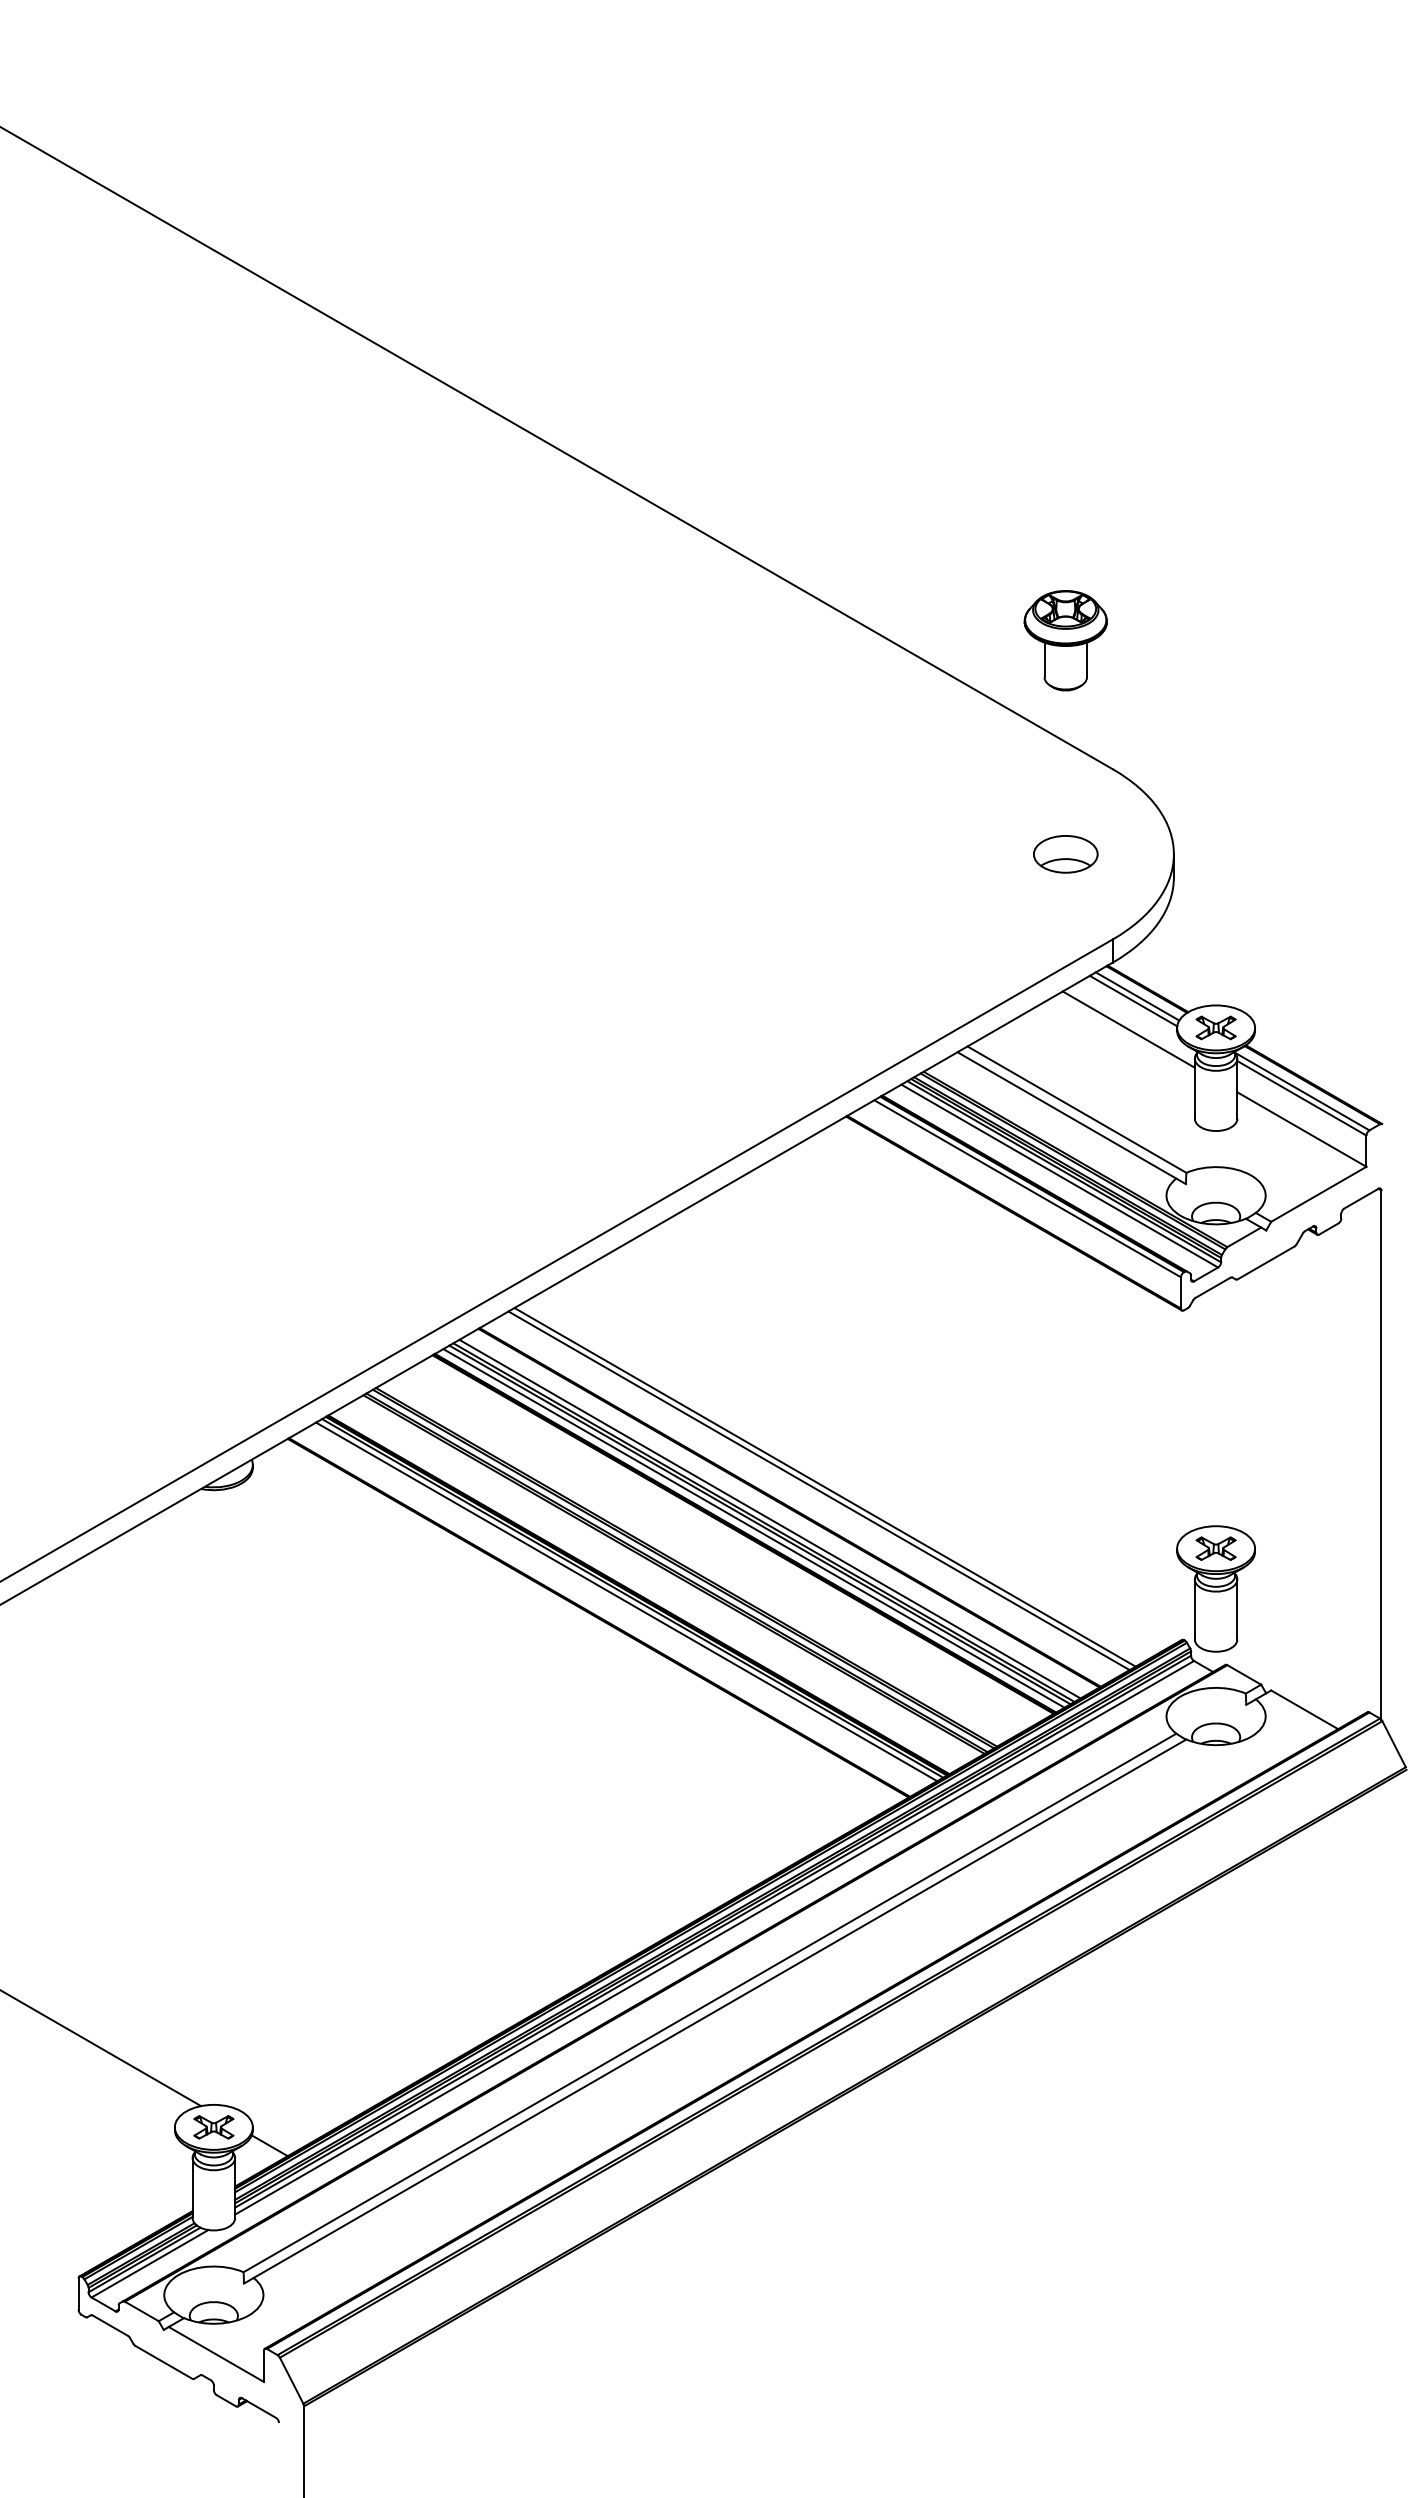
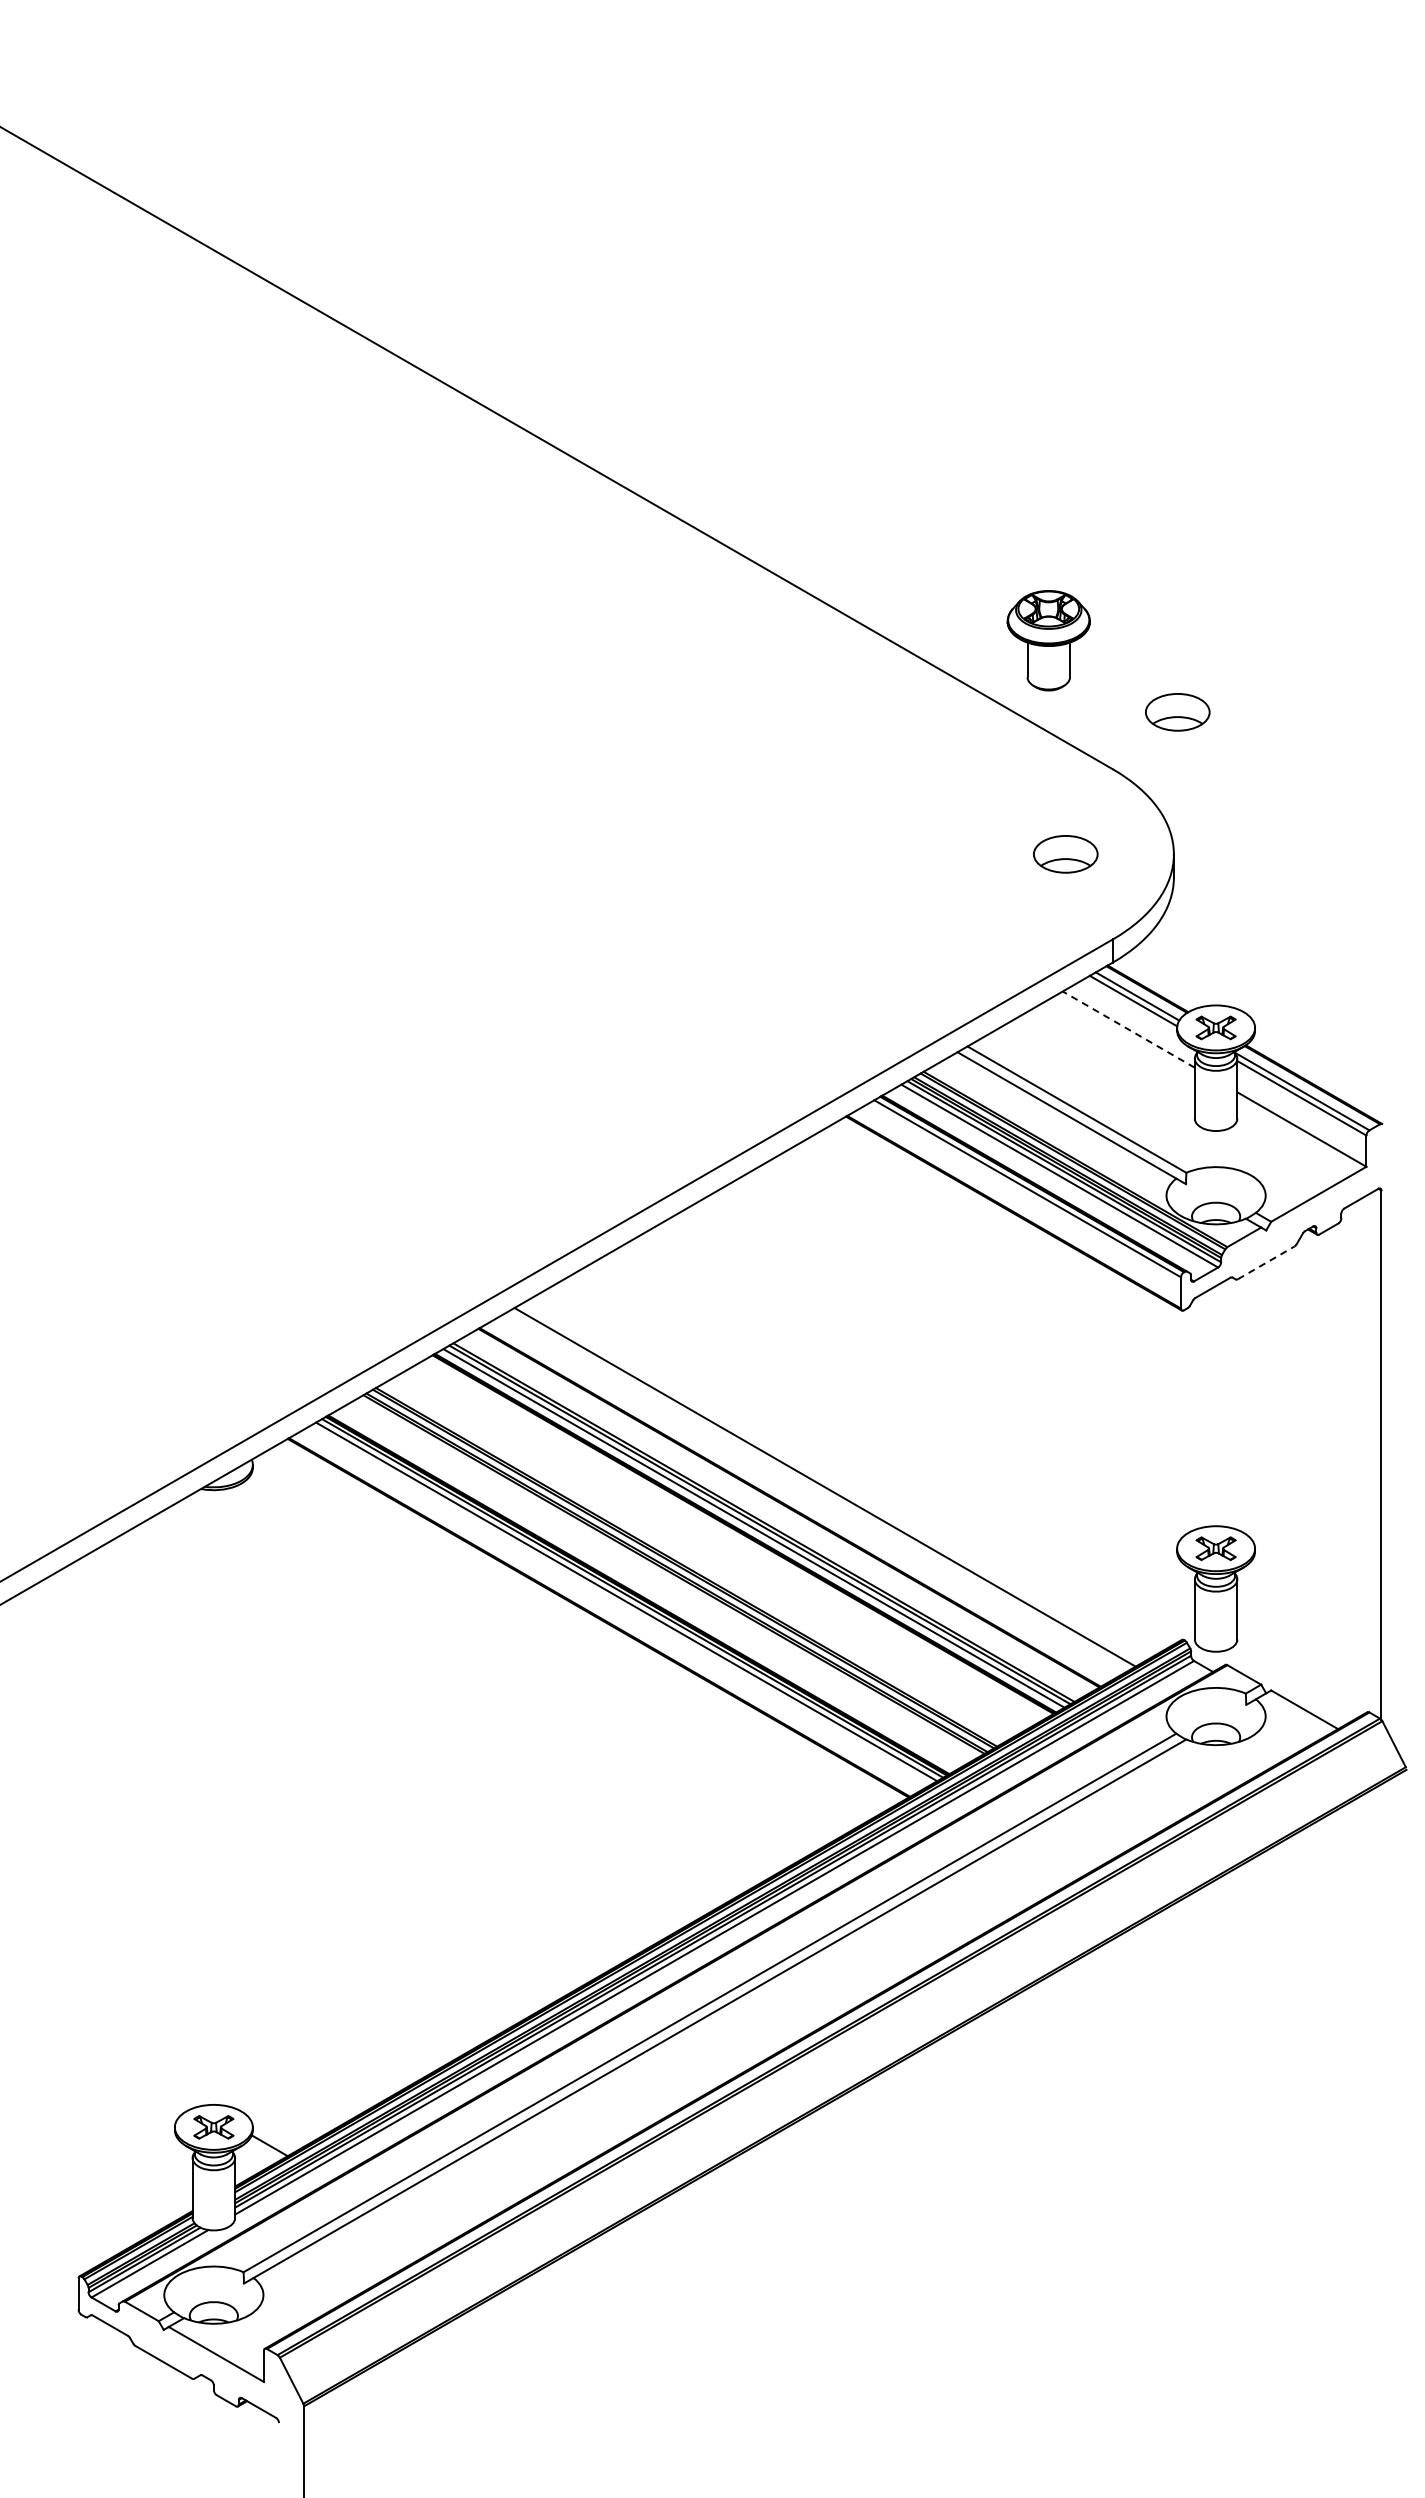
part at (1065, 640) position: (1065, 640) -> (1048, 640)
part at (1177, 712): none -> present
line at (1128, 1029): solid -> dashed
line at (1266, 1262): solid -> dashed
line at (818, 1490): present -> none
line at (769, 1518): present -> none
line at (101, 2048): present -> none
